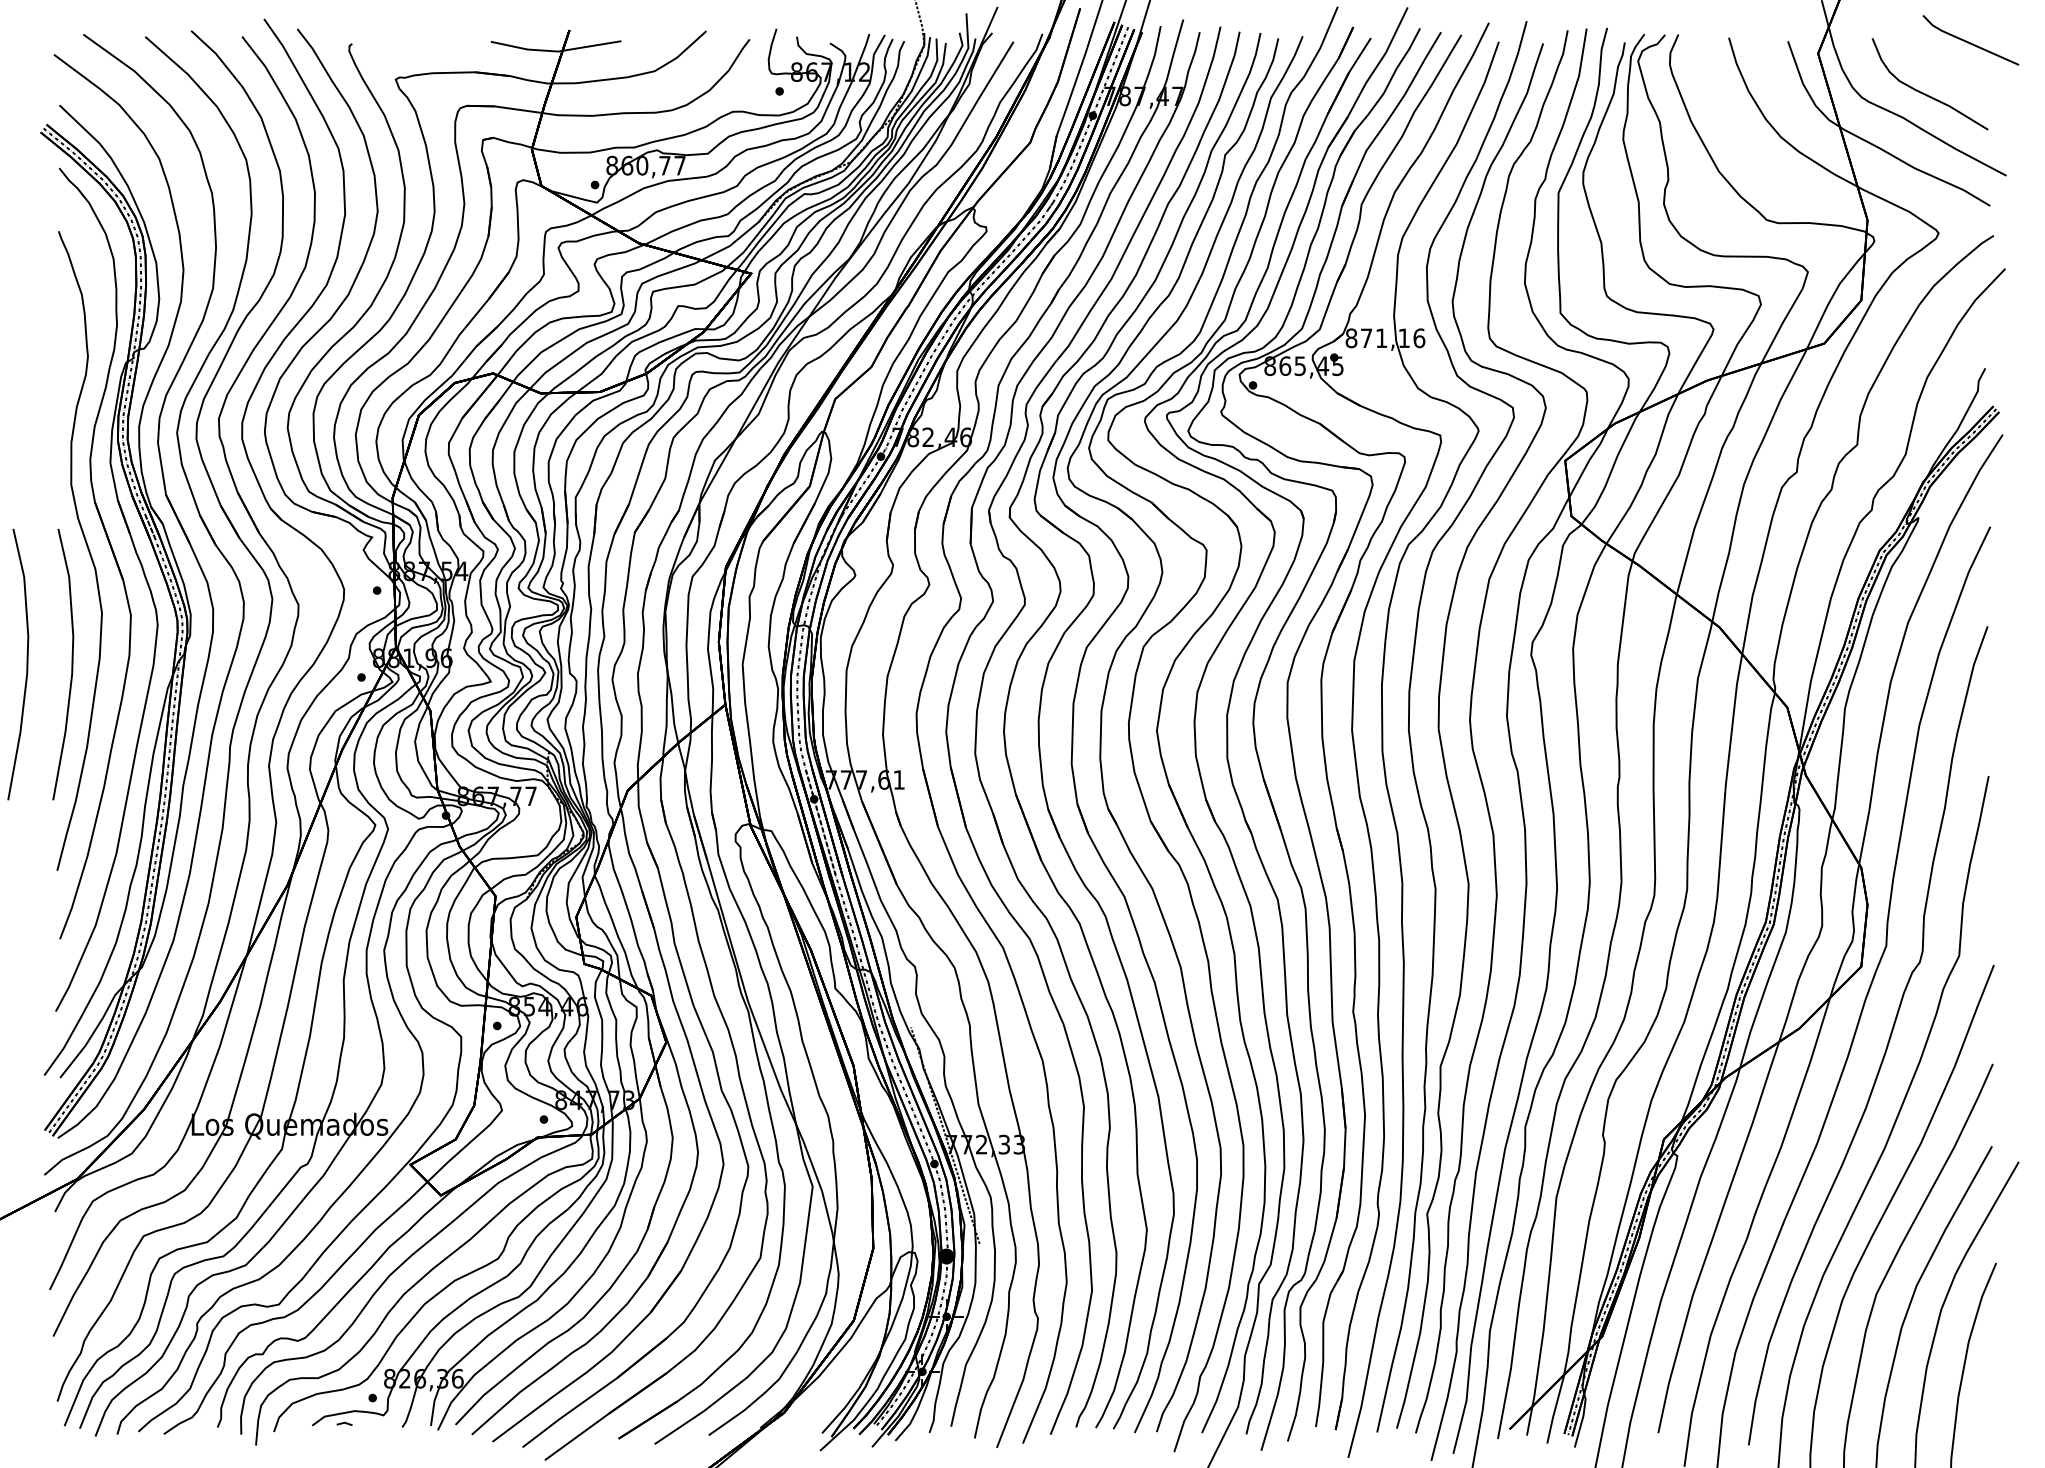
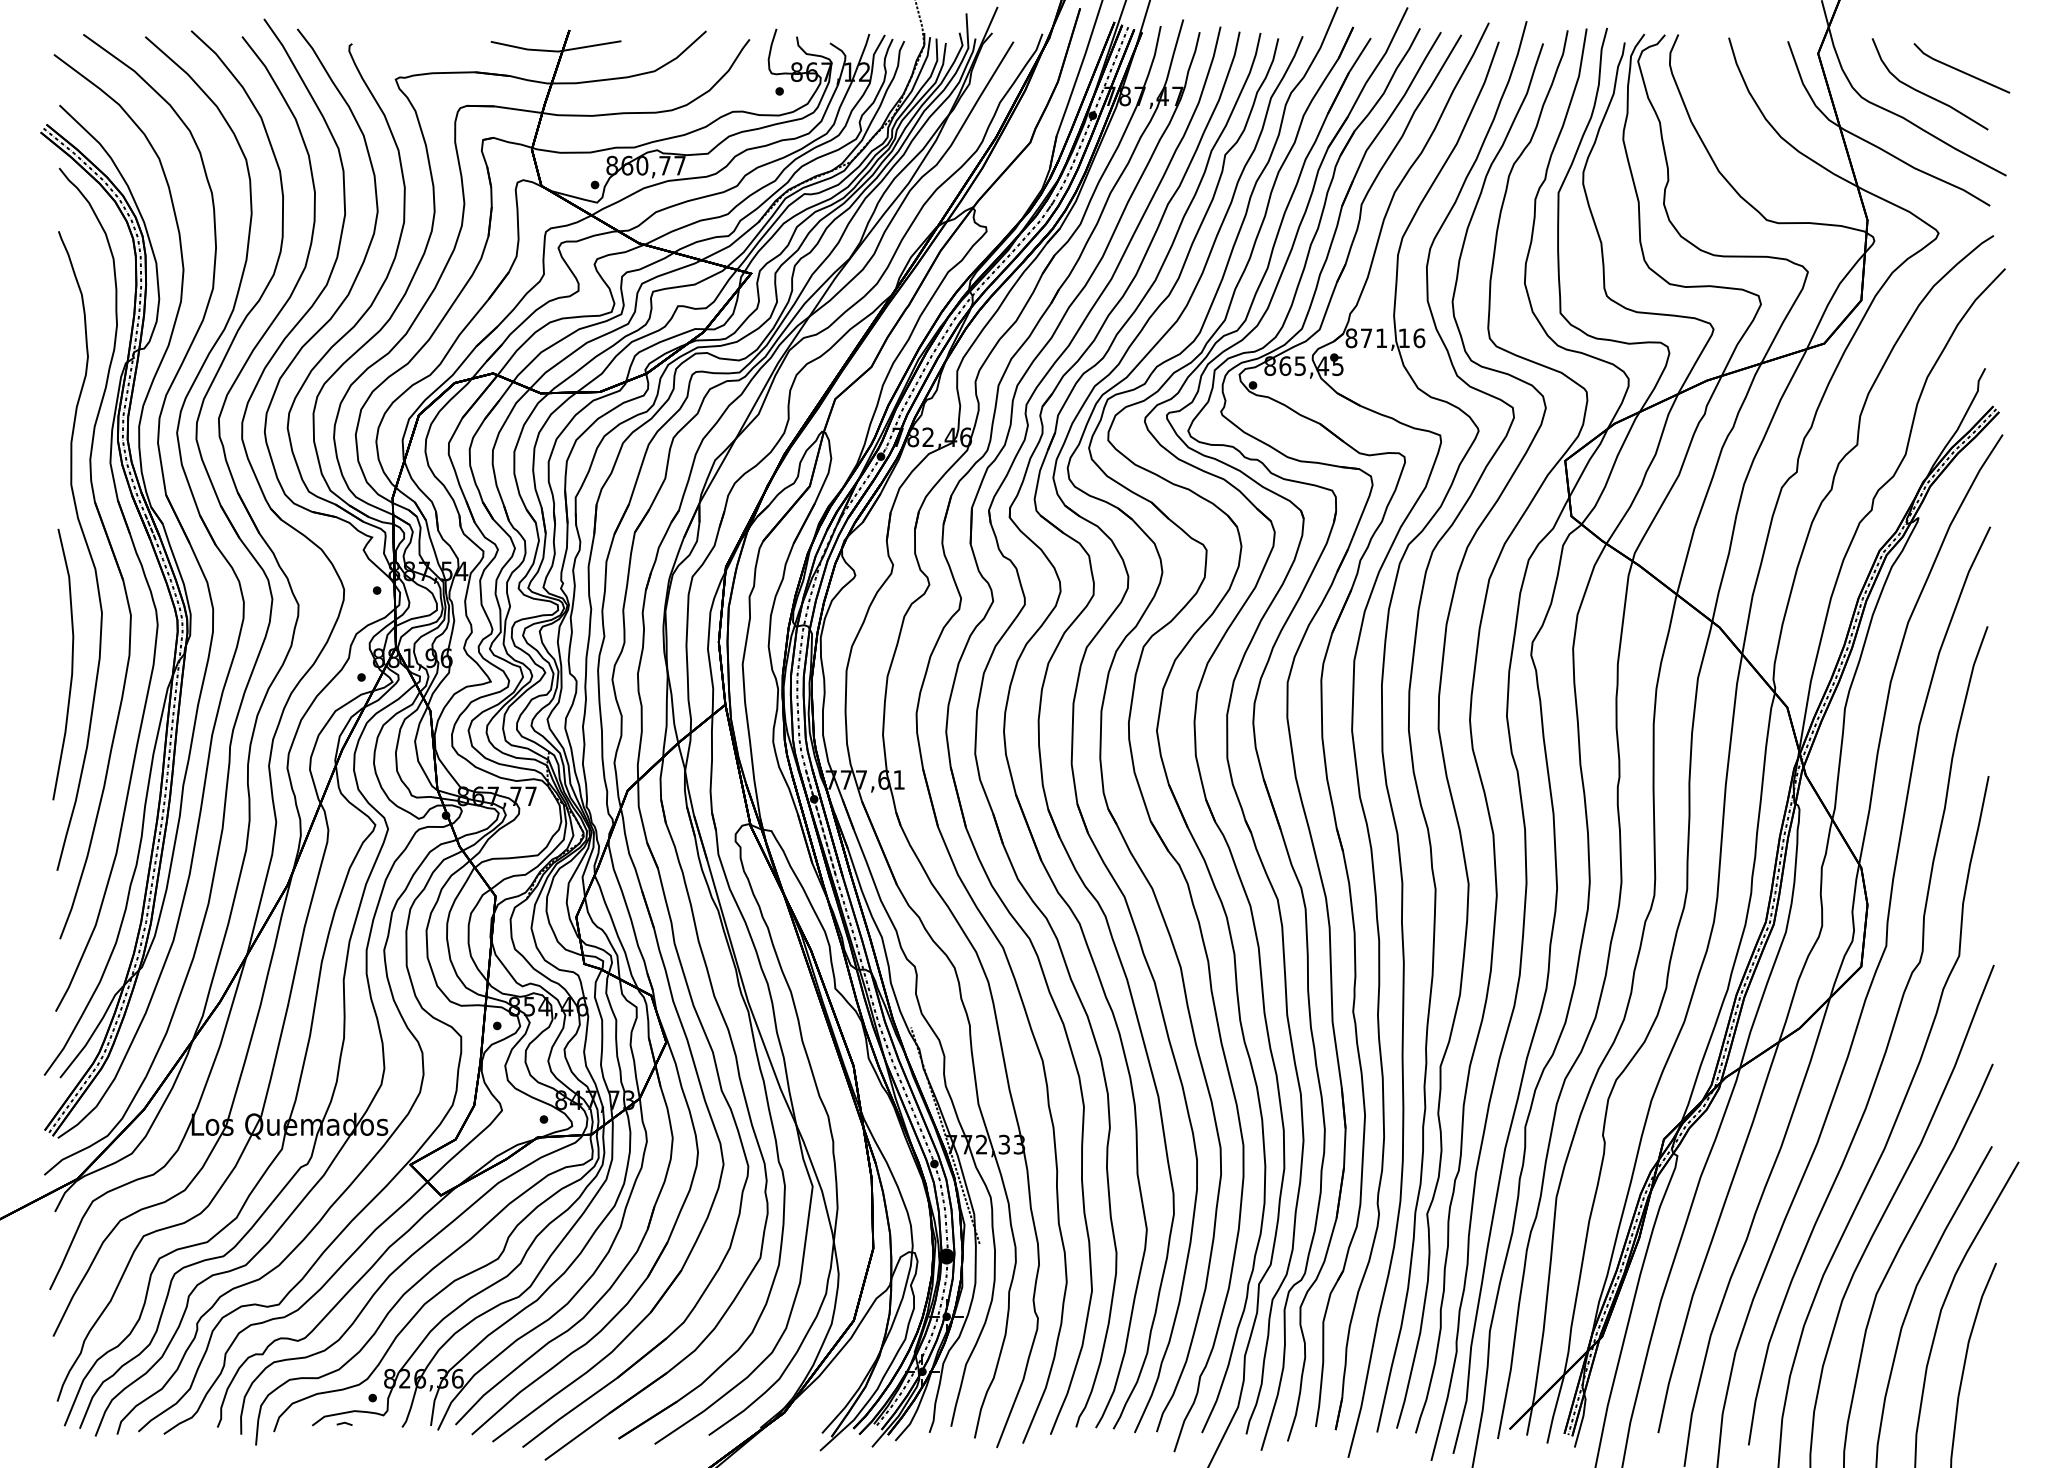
line at (1970, 42) position: (1970, 42) -> (1961, 70)
curve at (26, 664): present -> none
